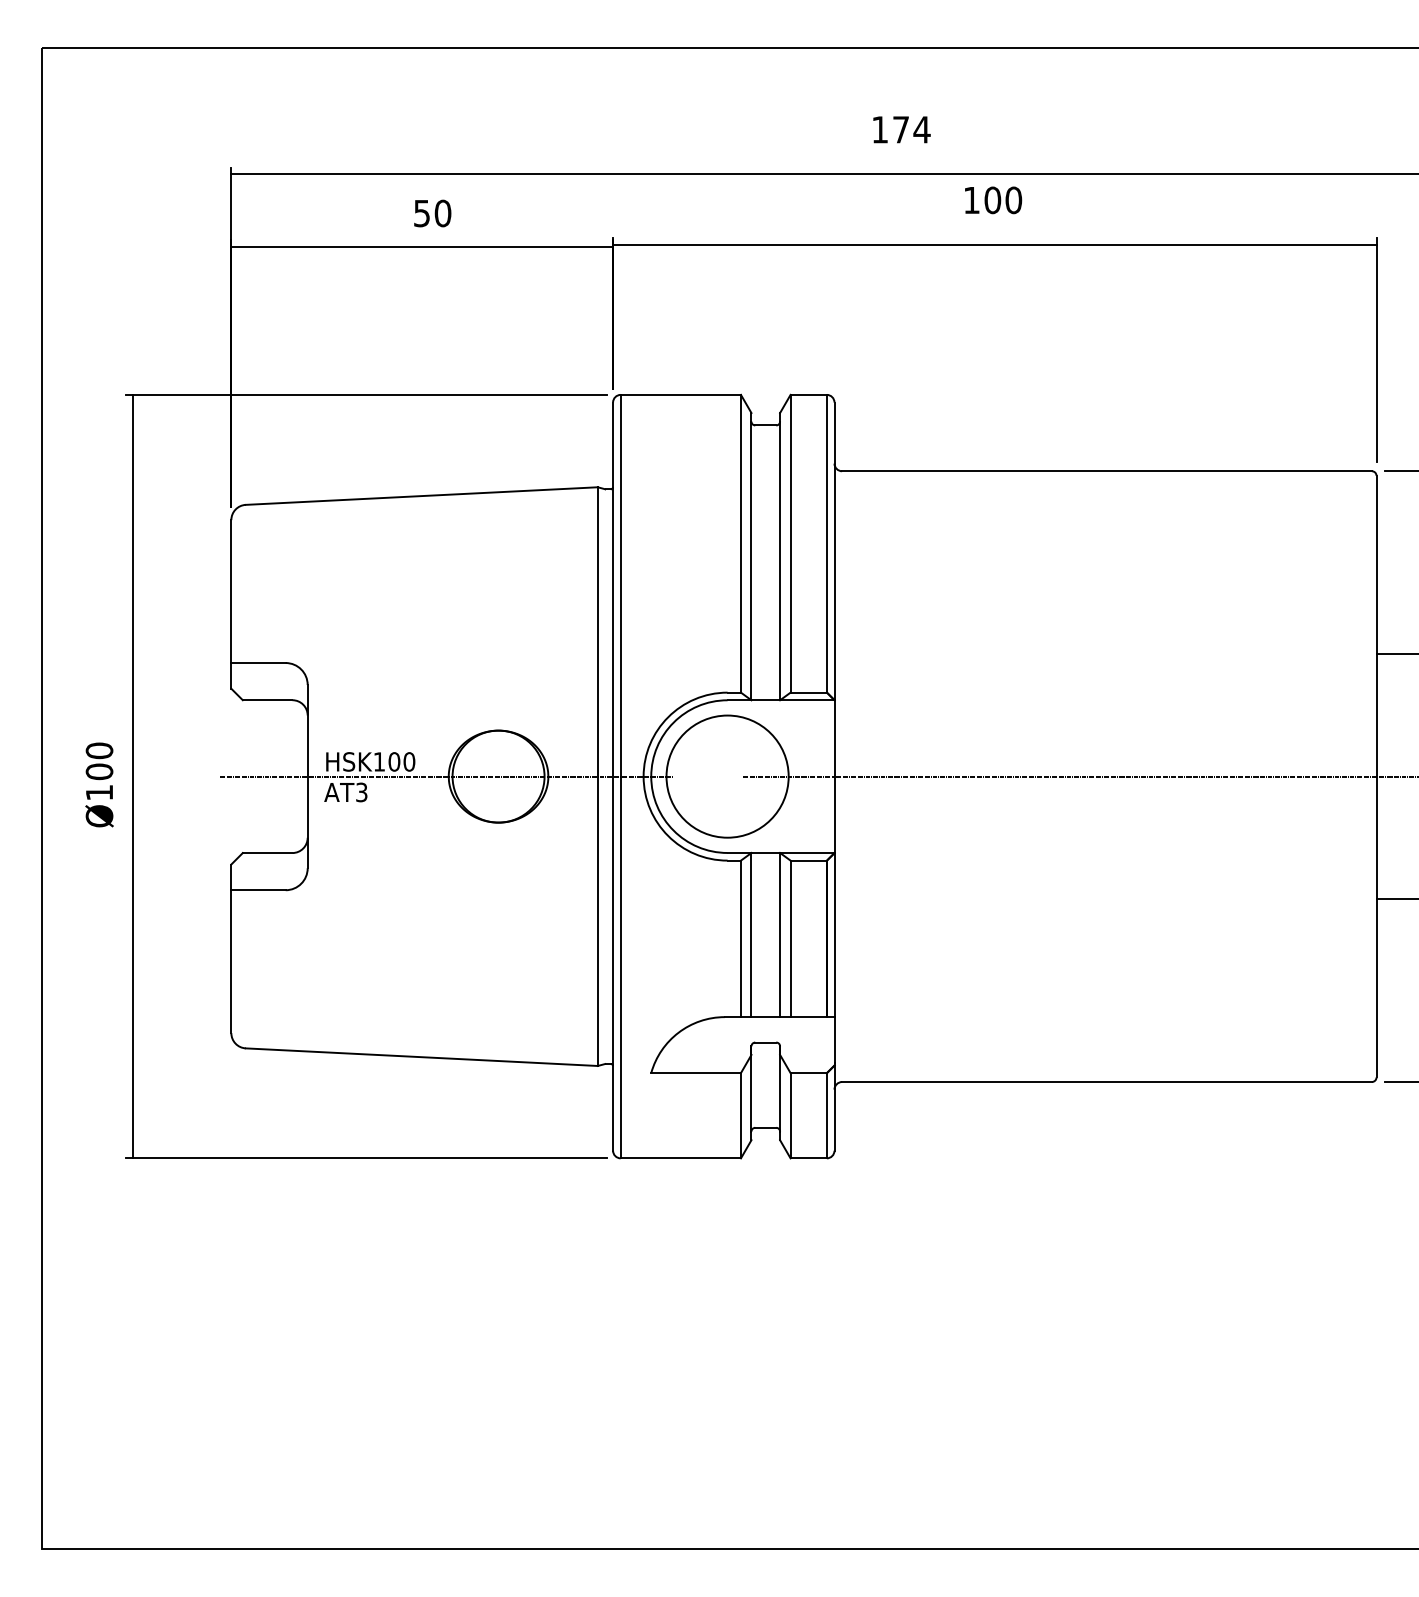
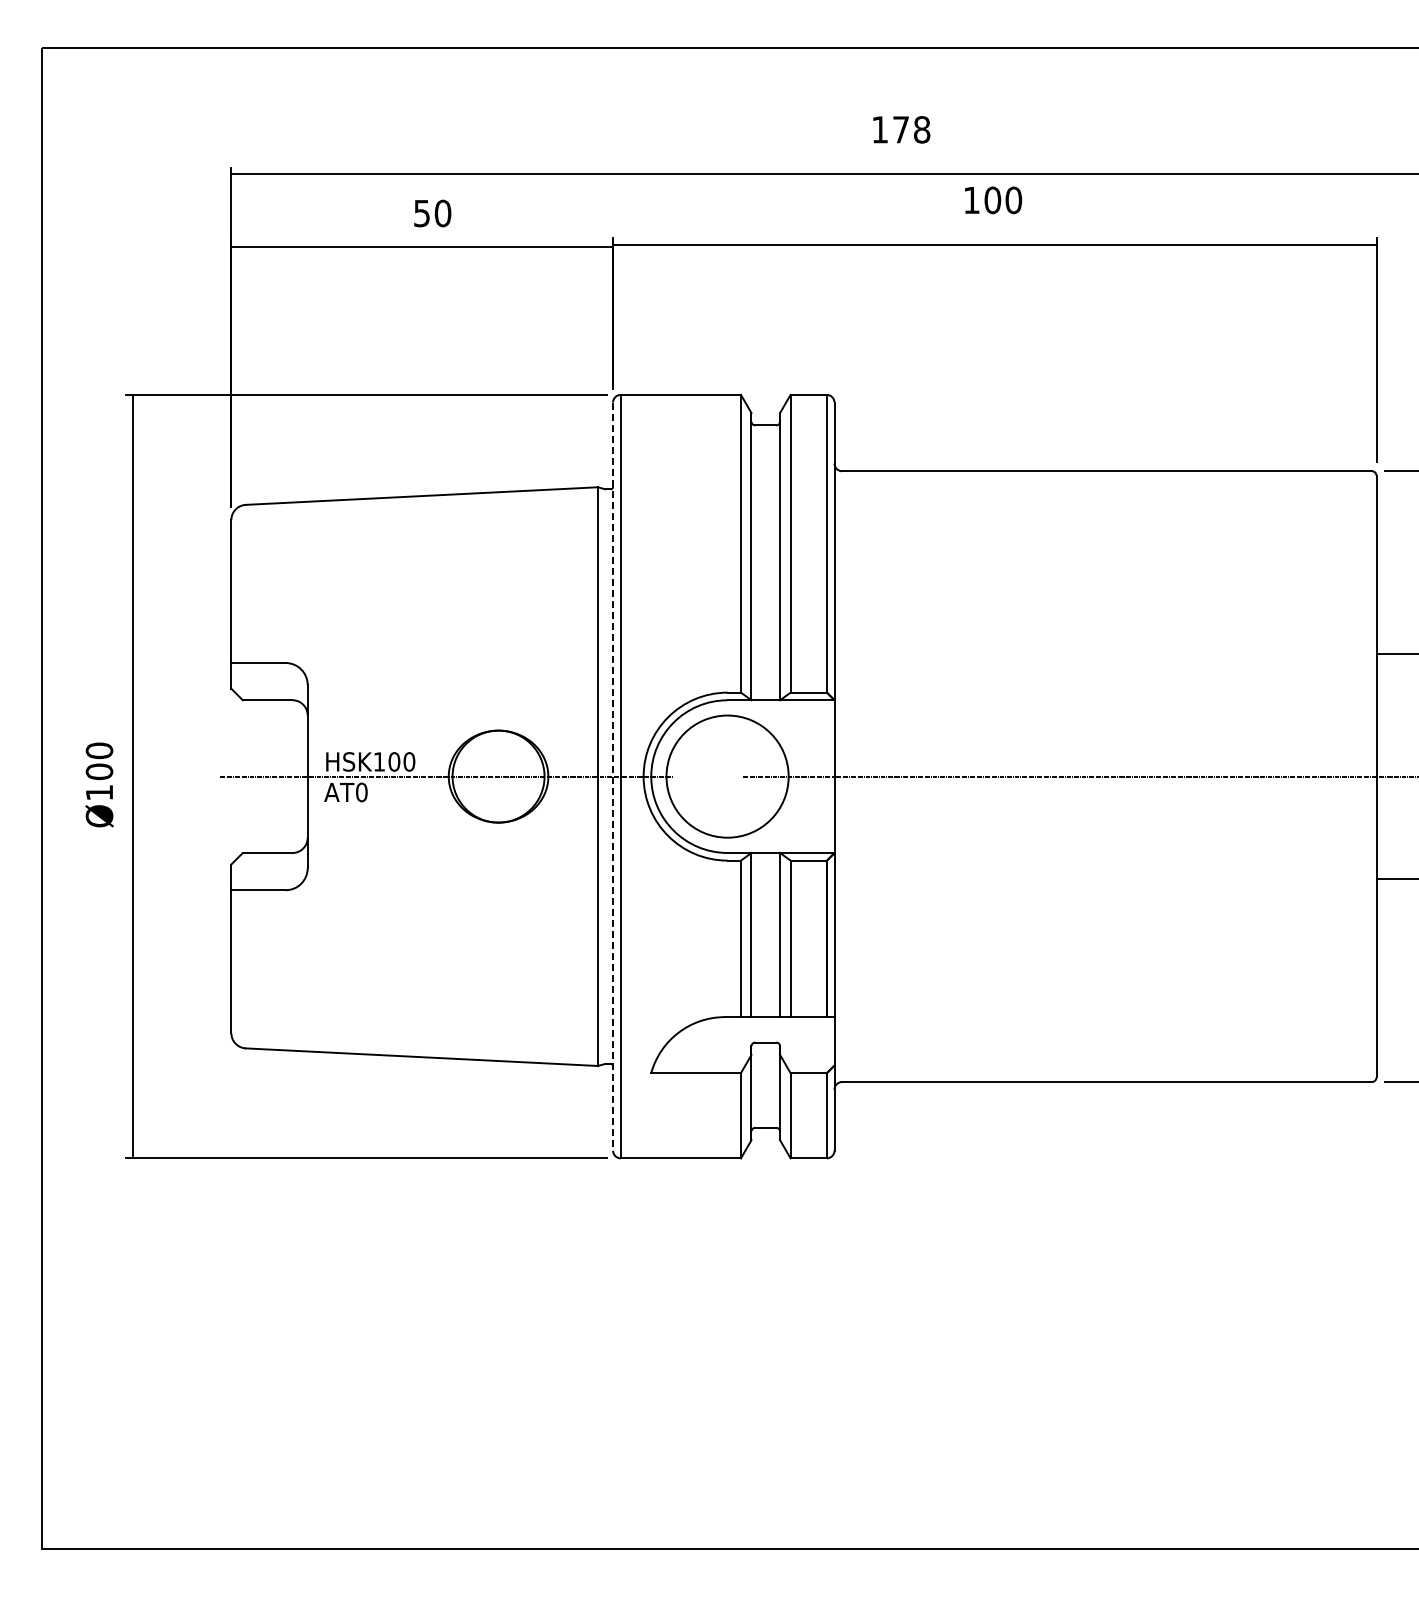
text at (921, 129): 174 -> 178
line at (613, 777): solid -> dashed
text at (361, 792): AT3 -> AT0
line at (1395, 898) position: (1395, 898) -> (1395, 878)
